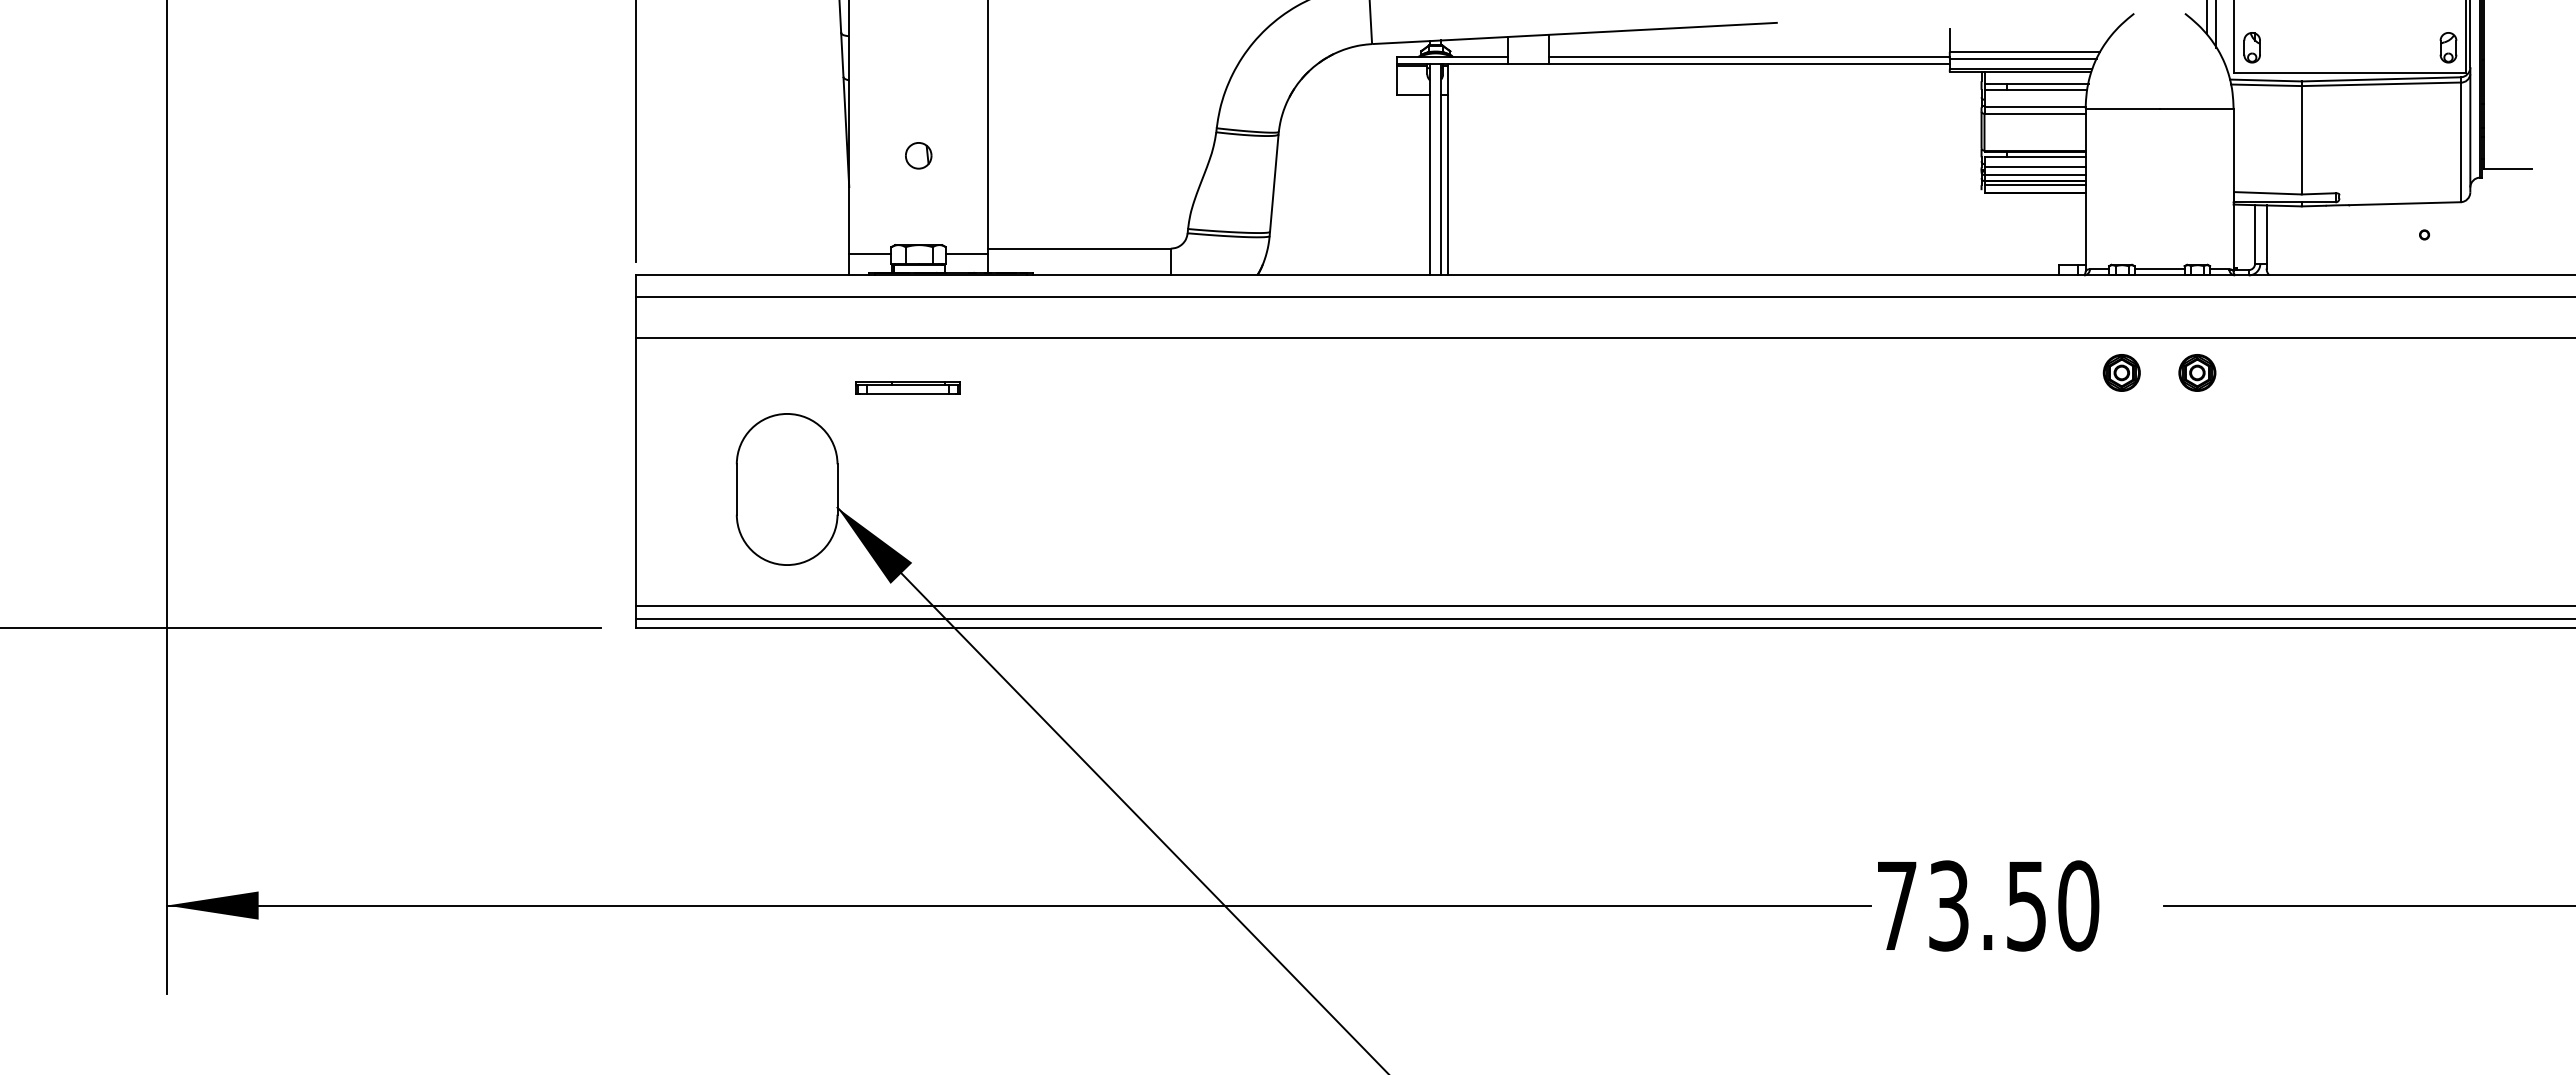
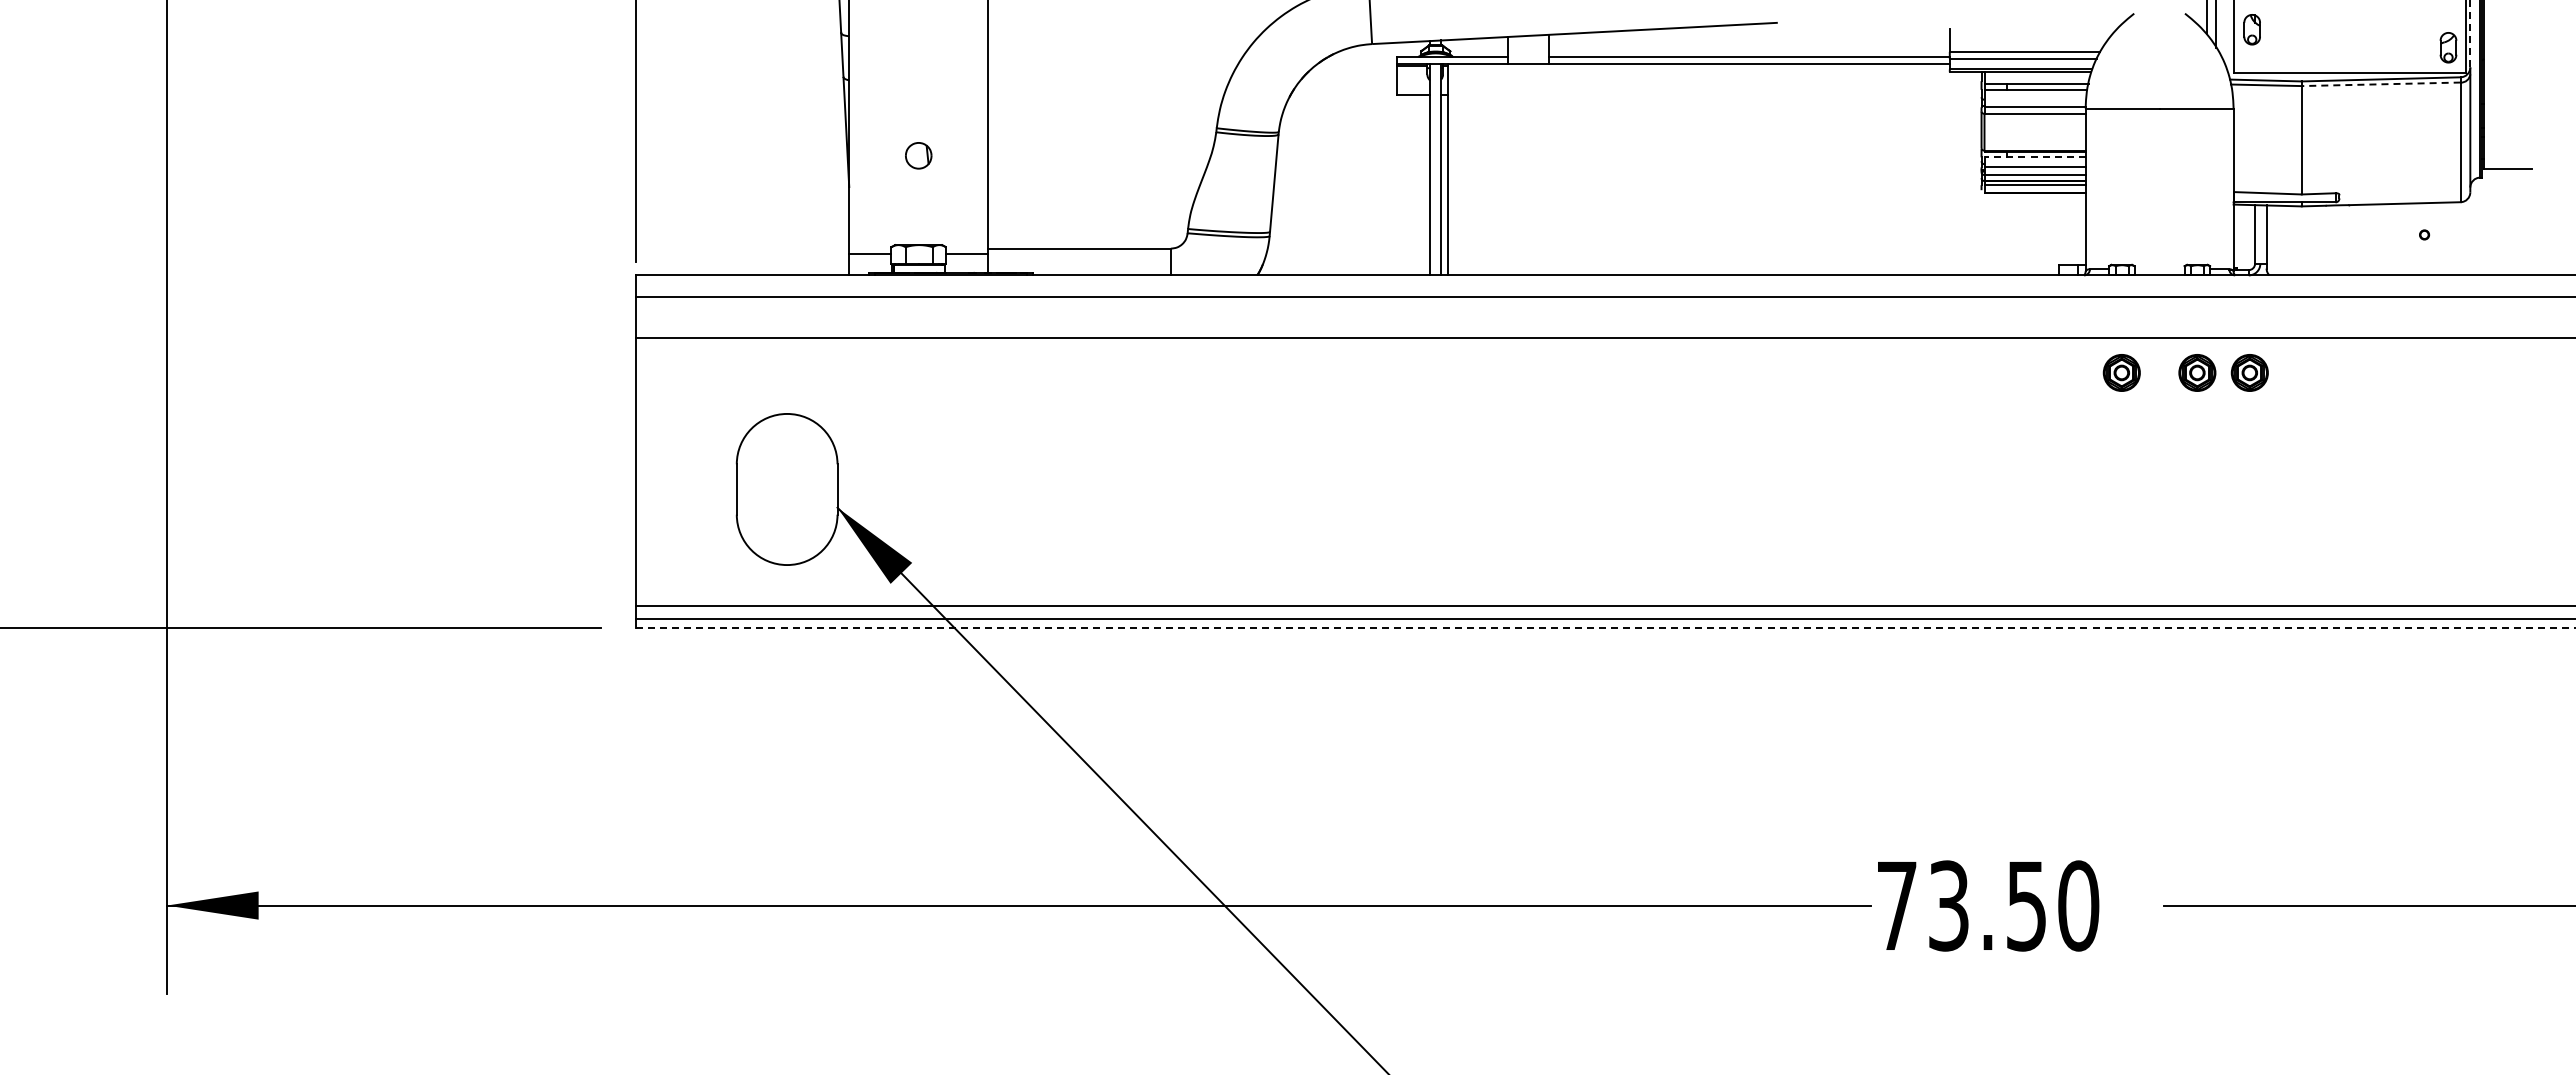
line at (2470, 33): solid -> dashed
part at (2251, 47) position: (2251, 47) -> (2251, 29)
line at (2380, 84): solid -> dashed
line at (2035, 157): solid -> dashed
line at (2159, 269): present -> none
part at (2249, 372): none -> present
part at (907, 387): present -> none
line at (1605, 627): solid -> dashed
